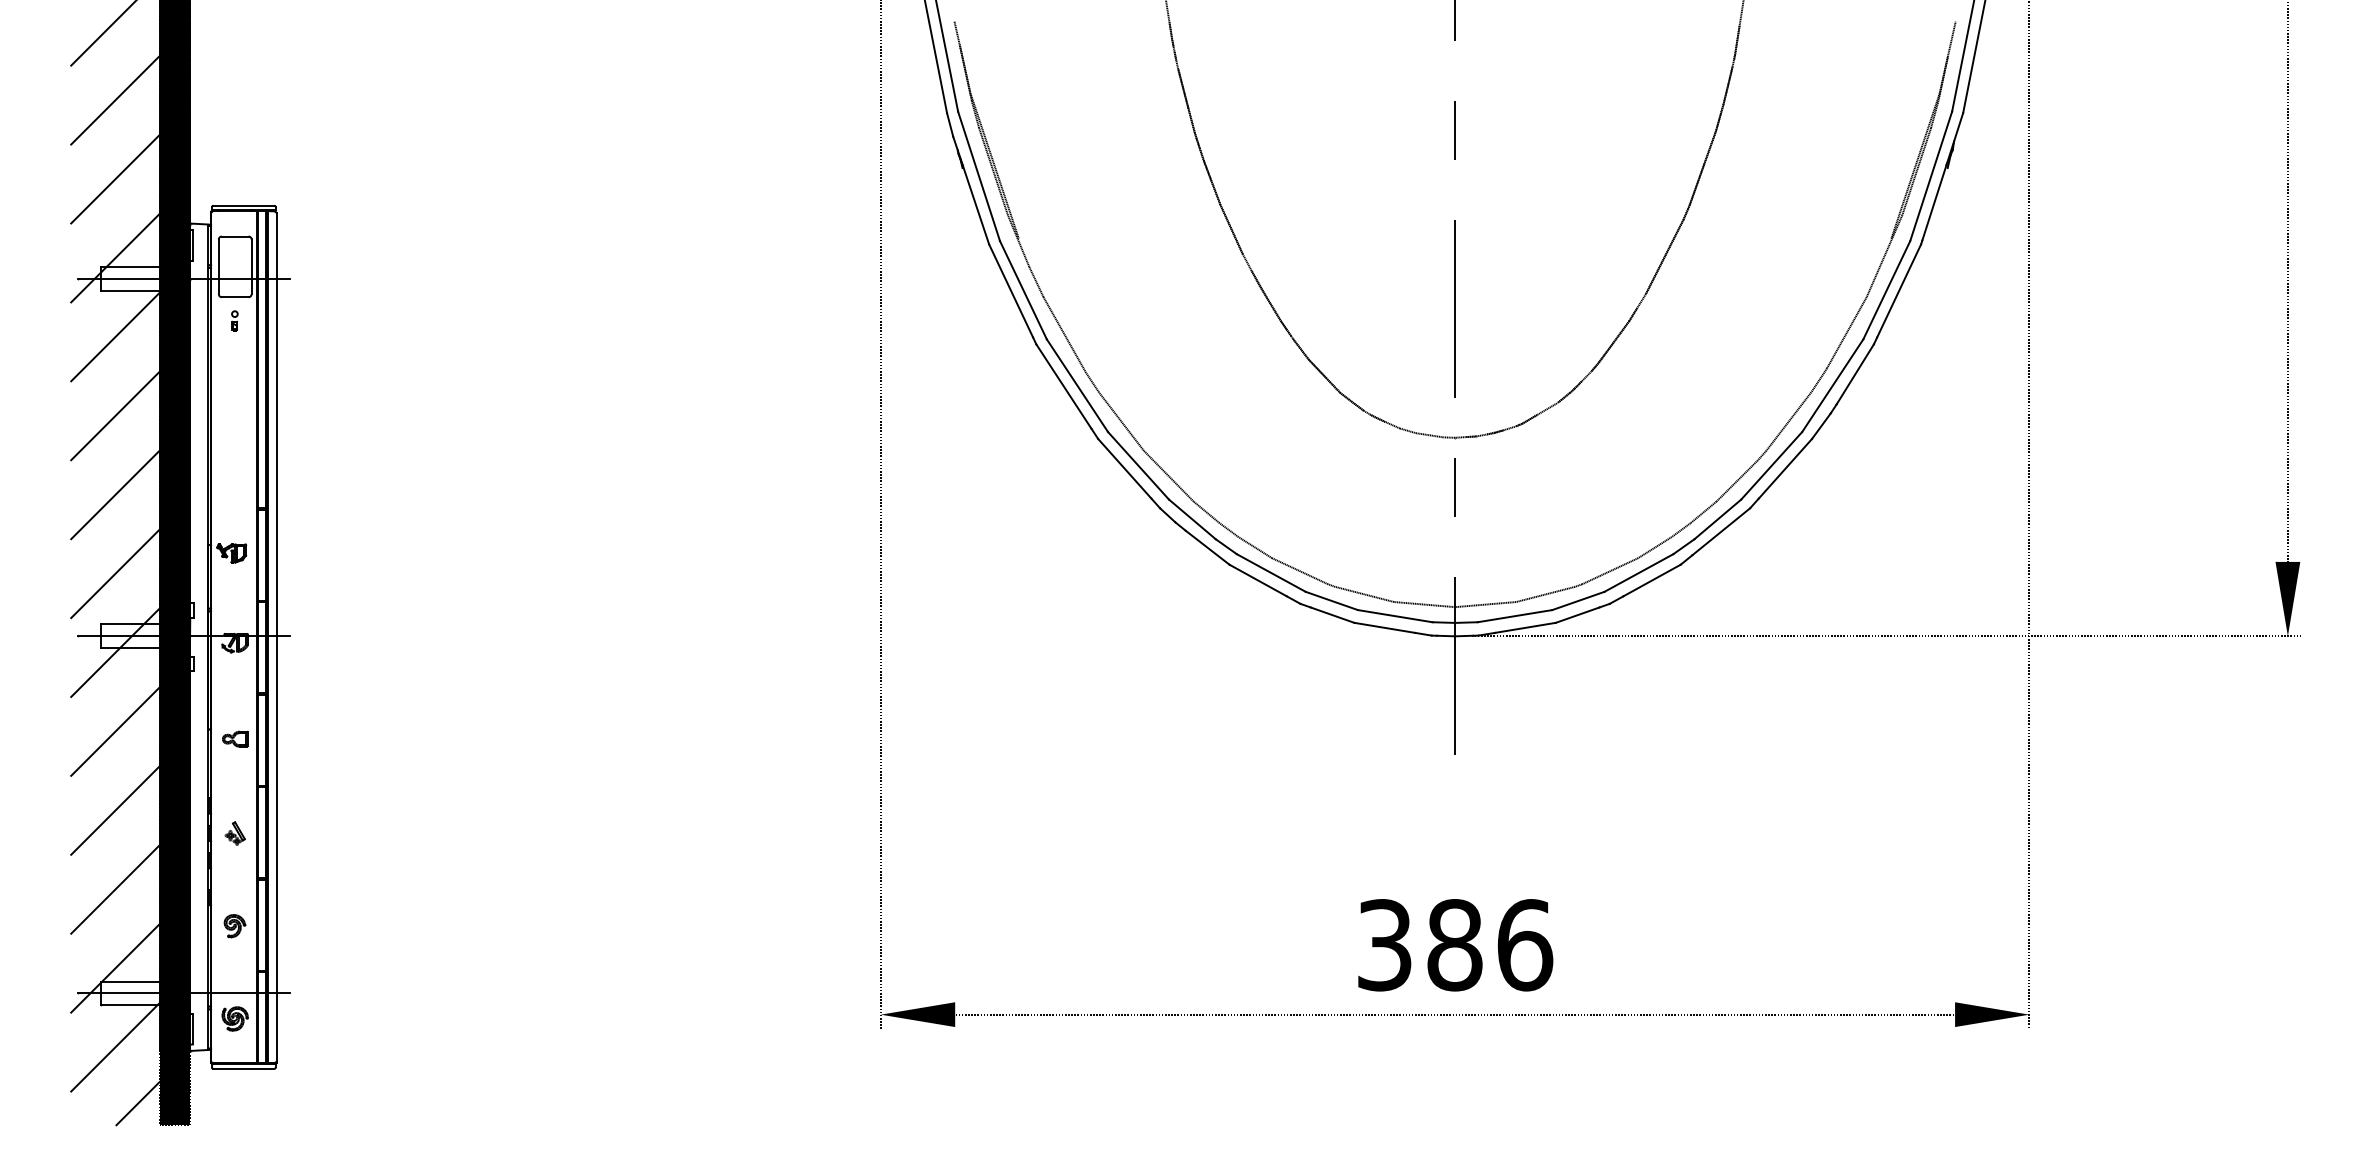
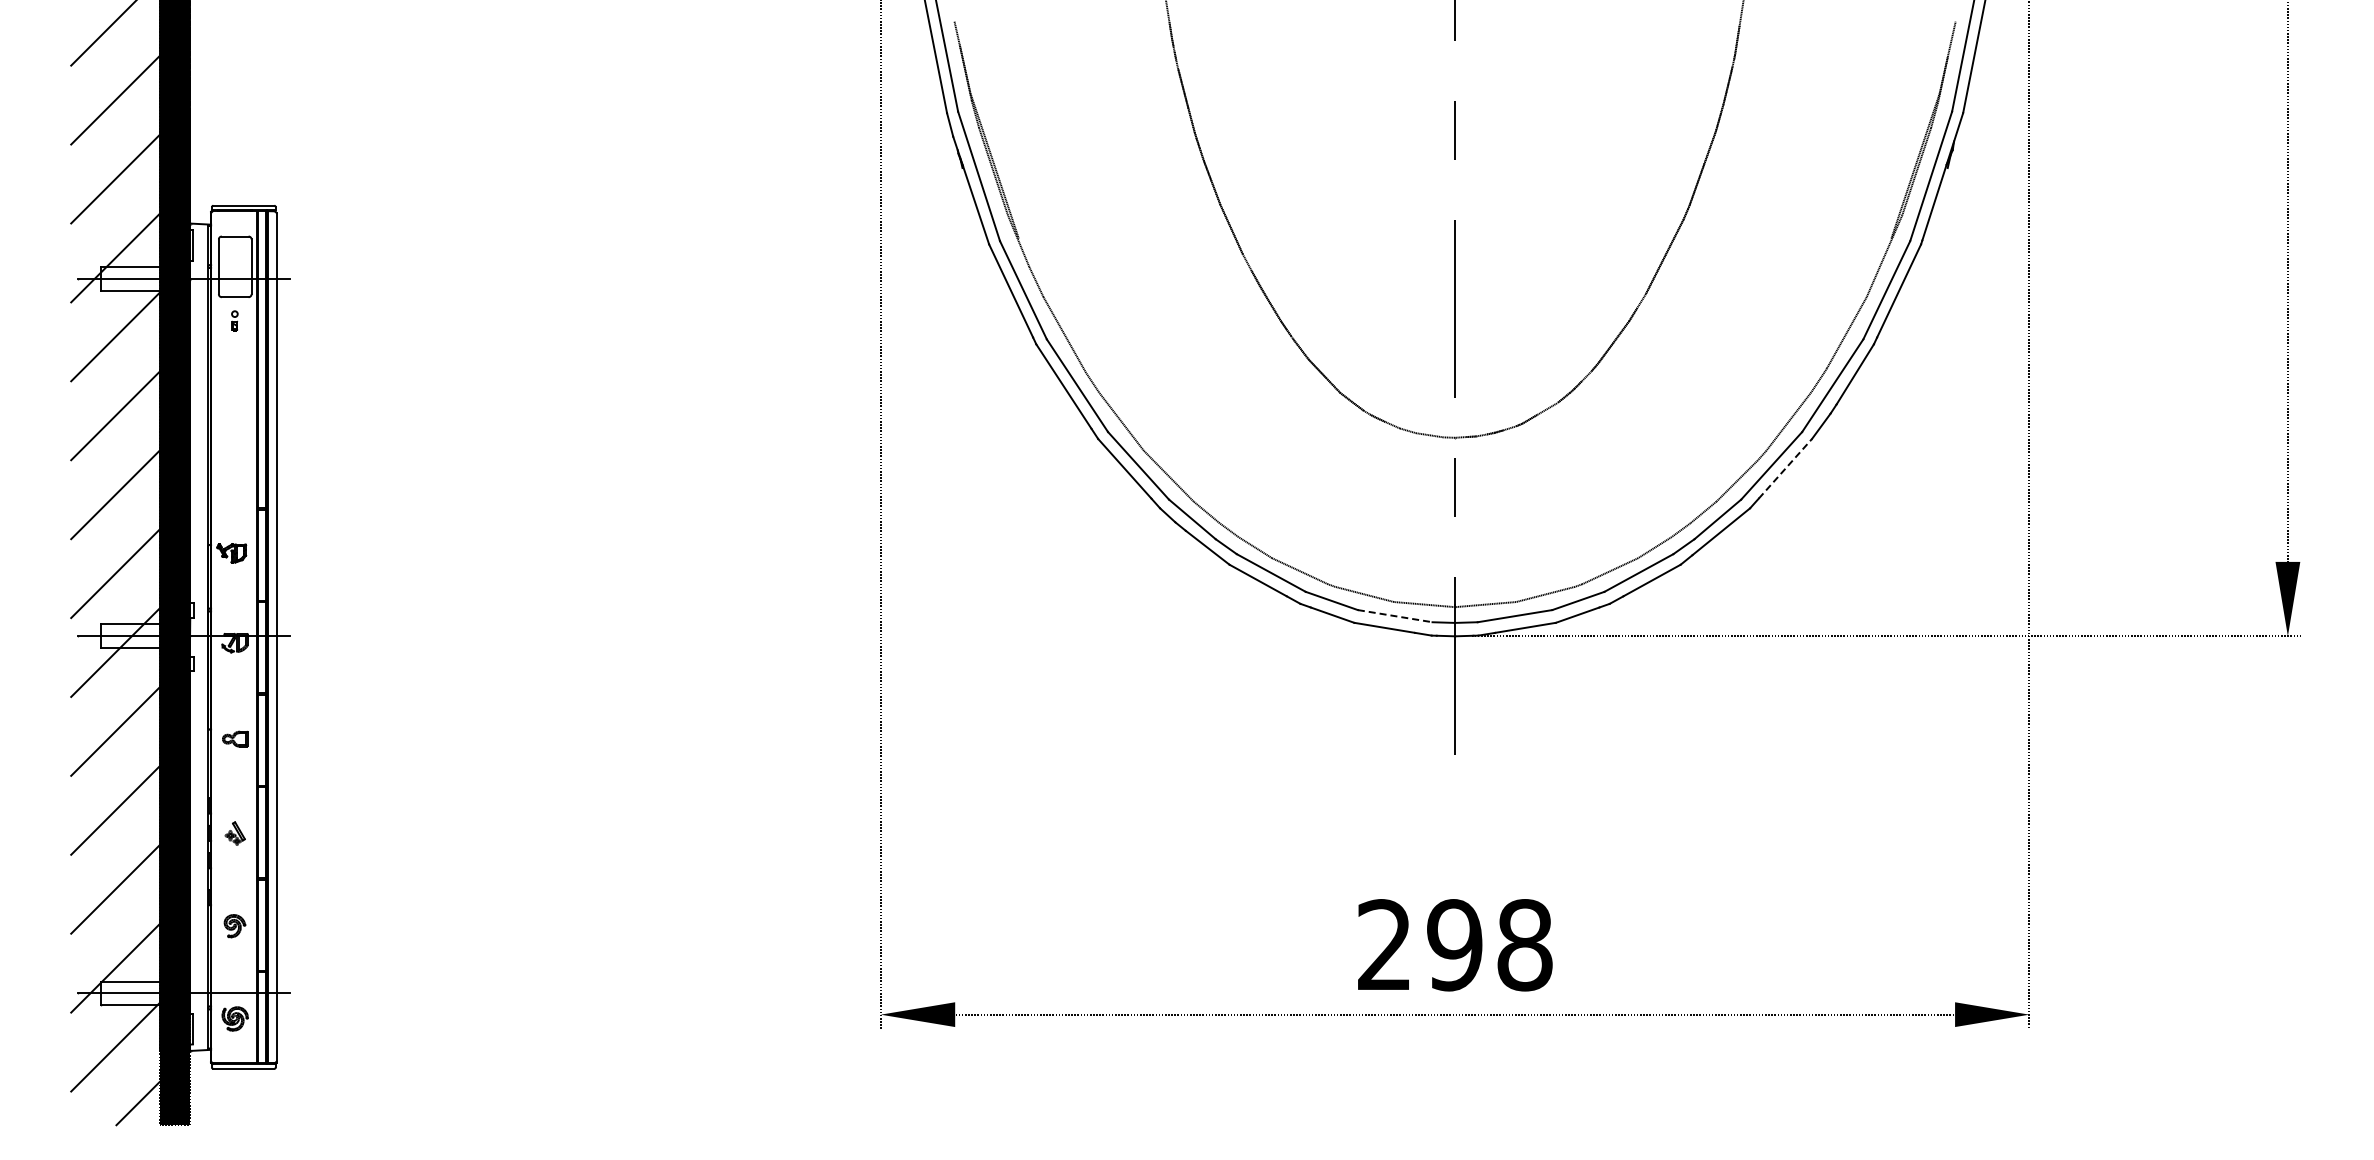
line at (1785, 468): solid -> dashed
line at (1395, 616): solid -> dashed
text at (1455, 945): 386 -> 298
